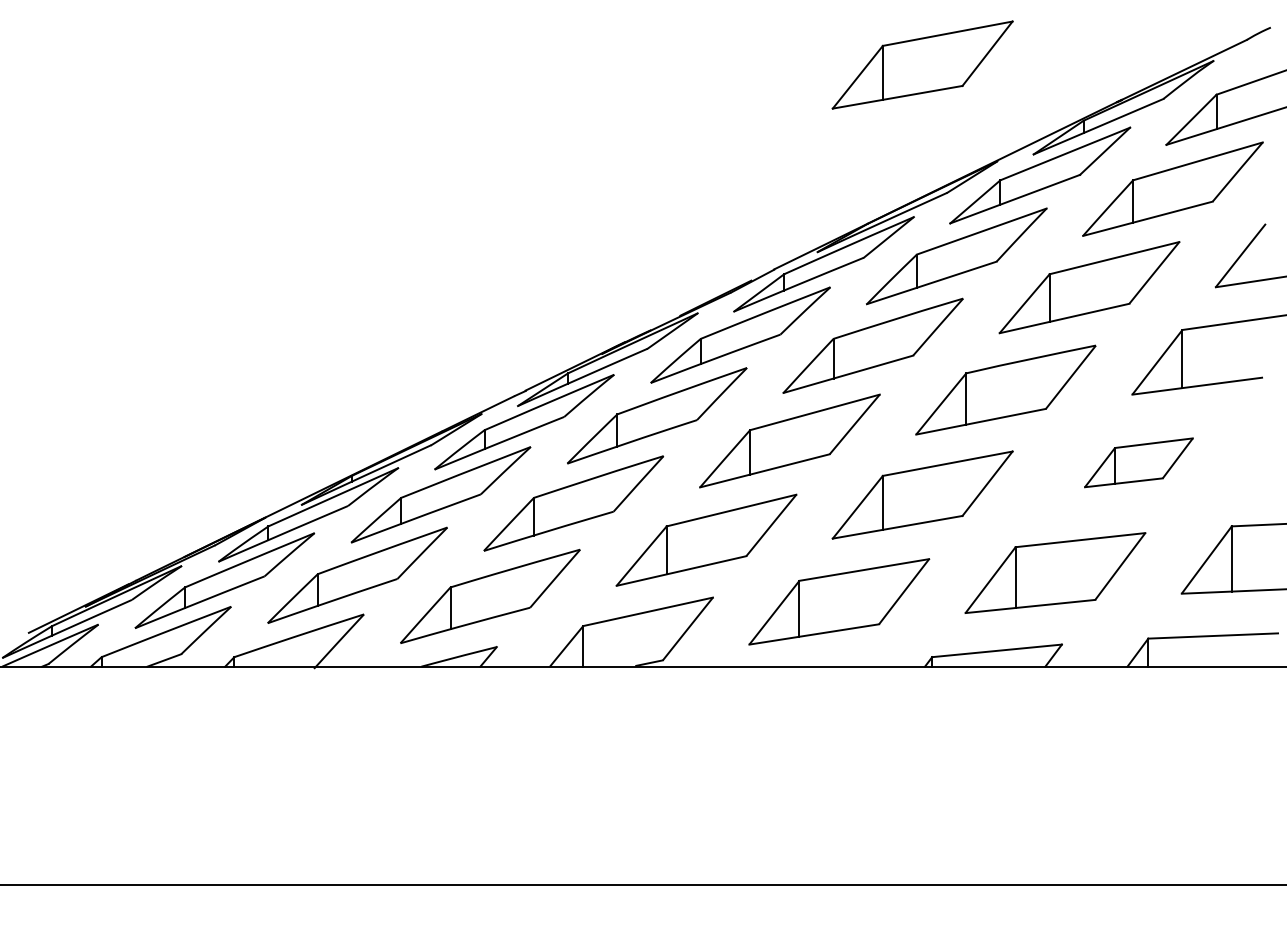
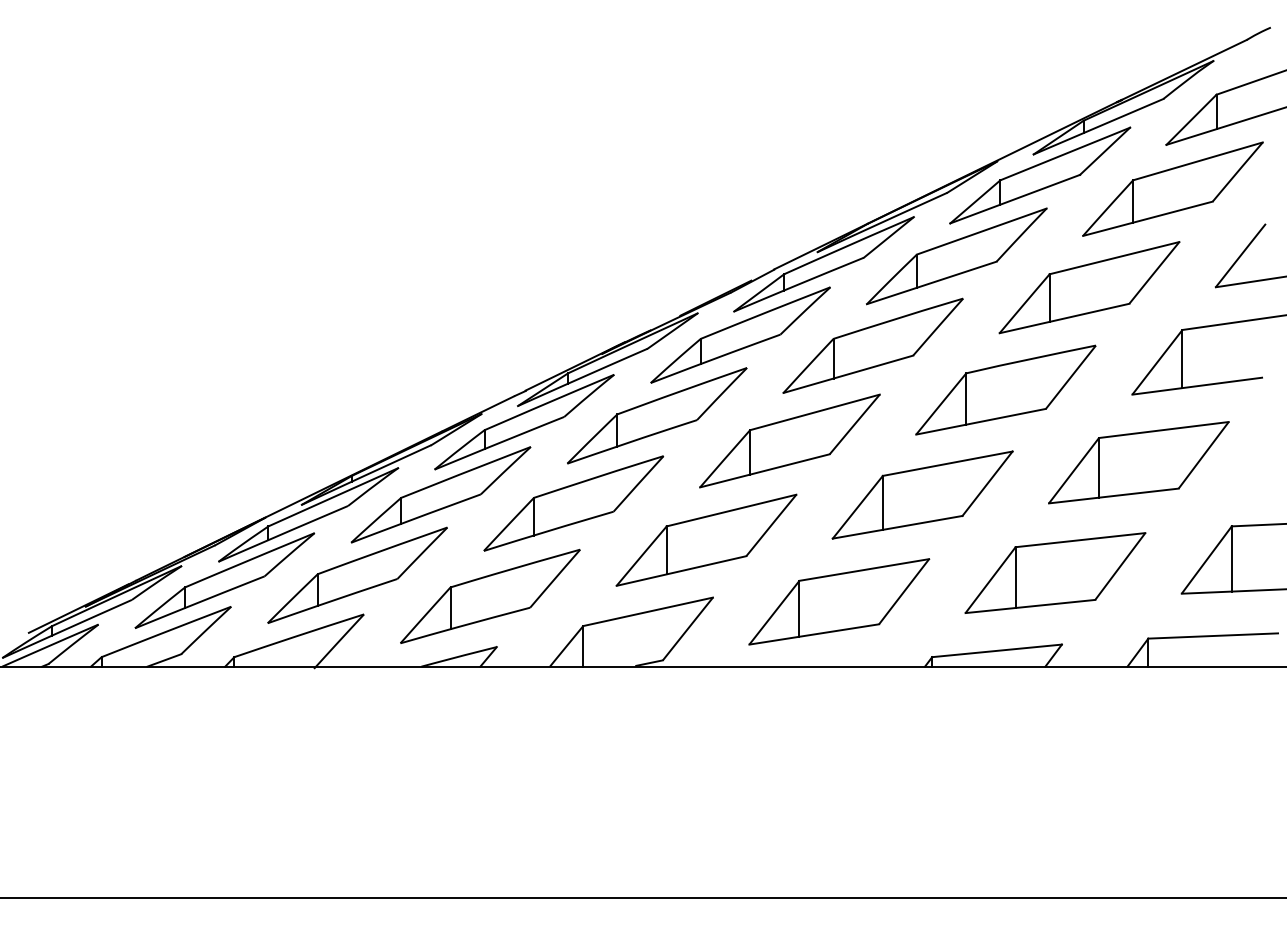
part at (922, 64): present -> none
part at (1138, 462) size: 110x52 px -> 182x84 px
line at (642, 885) position: (642, 885) -> (642, 898)
